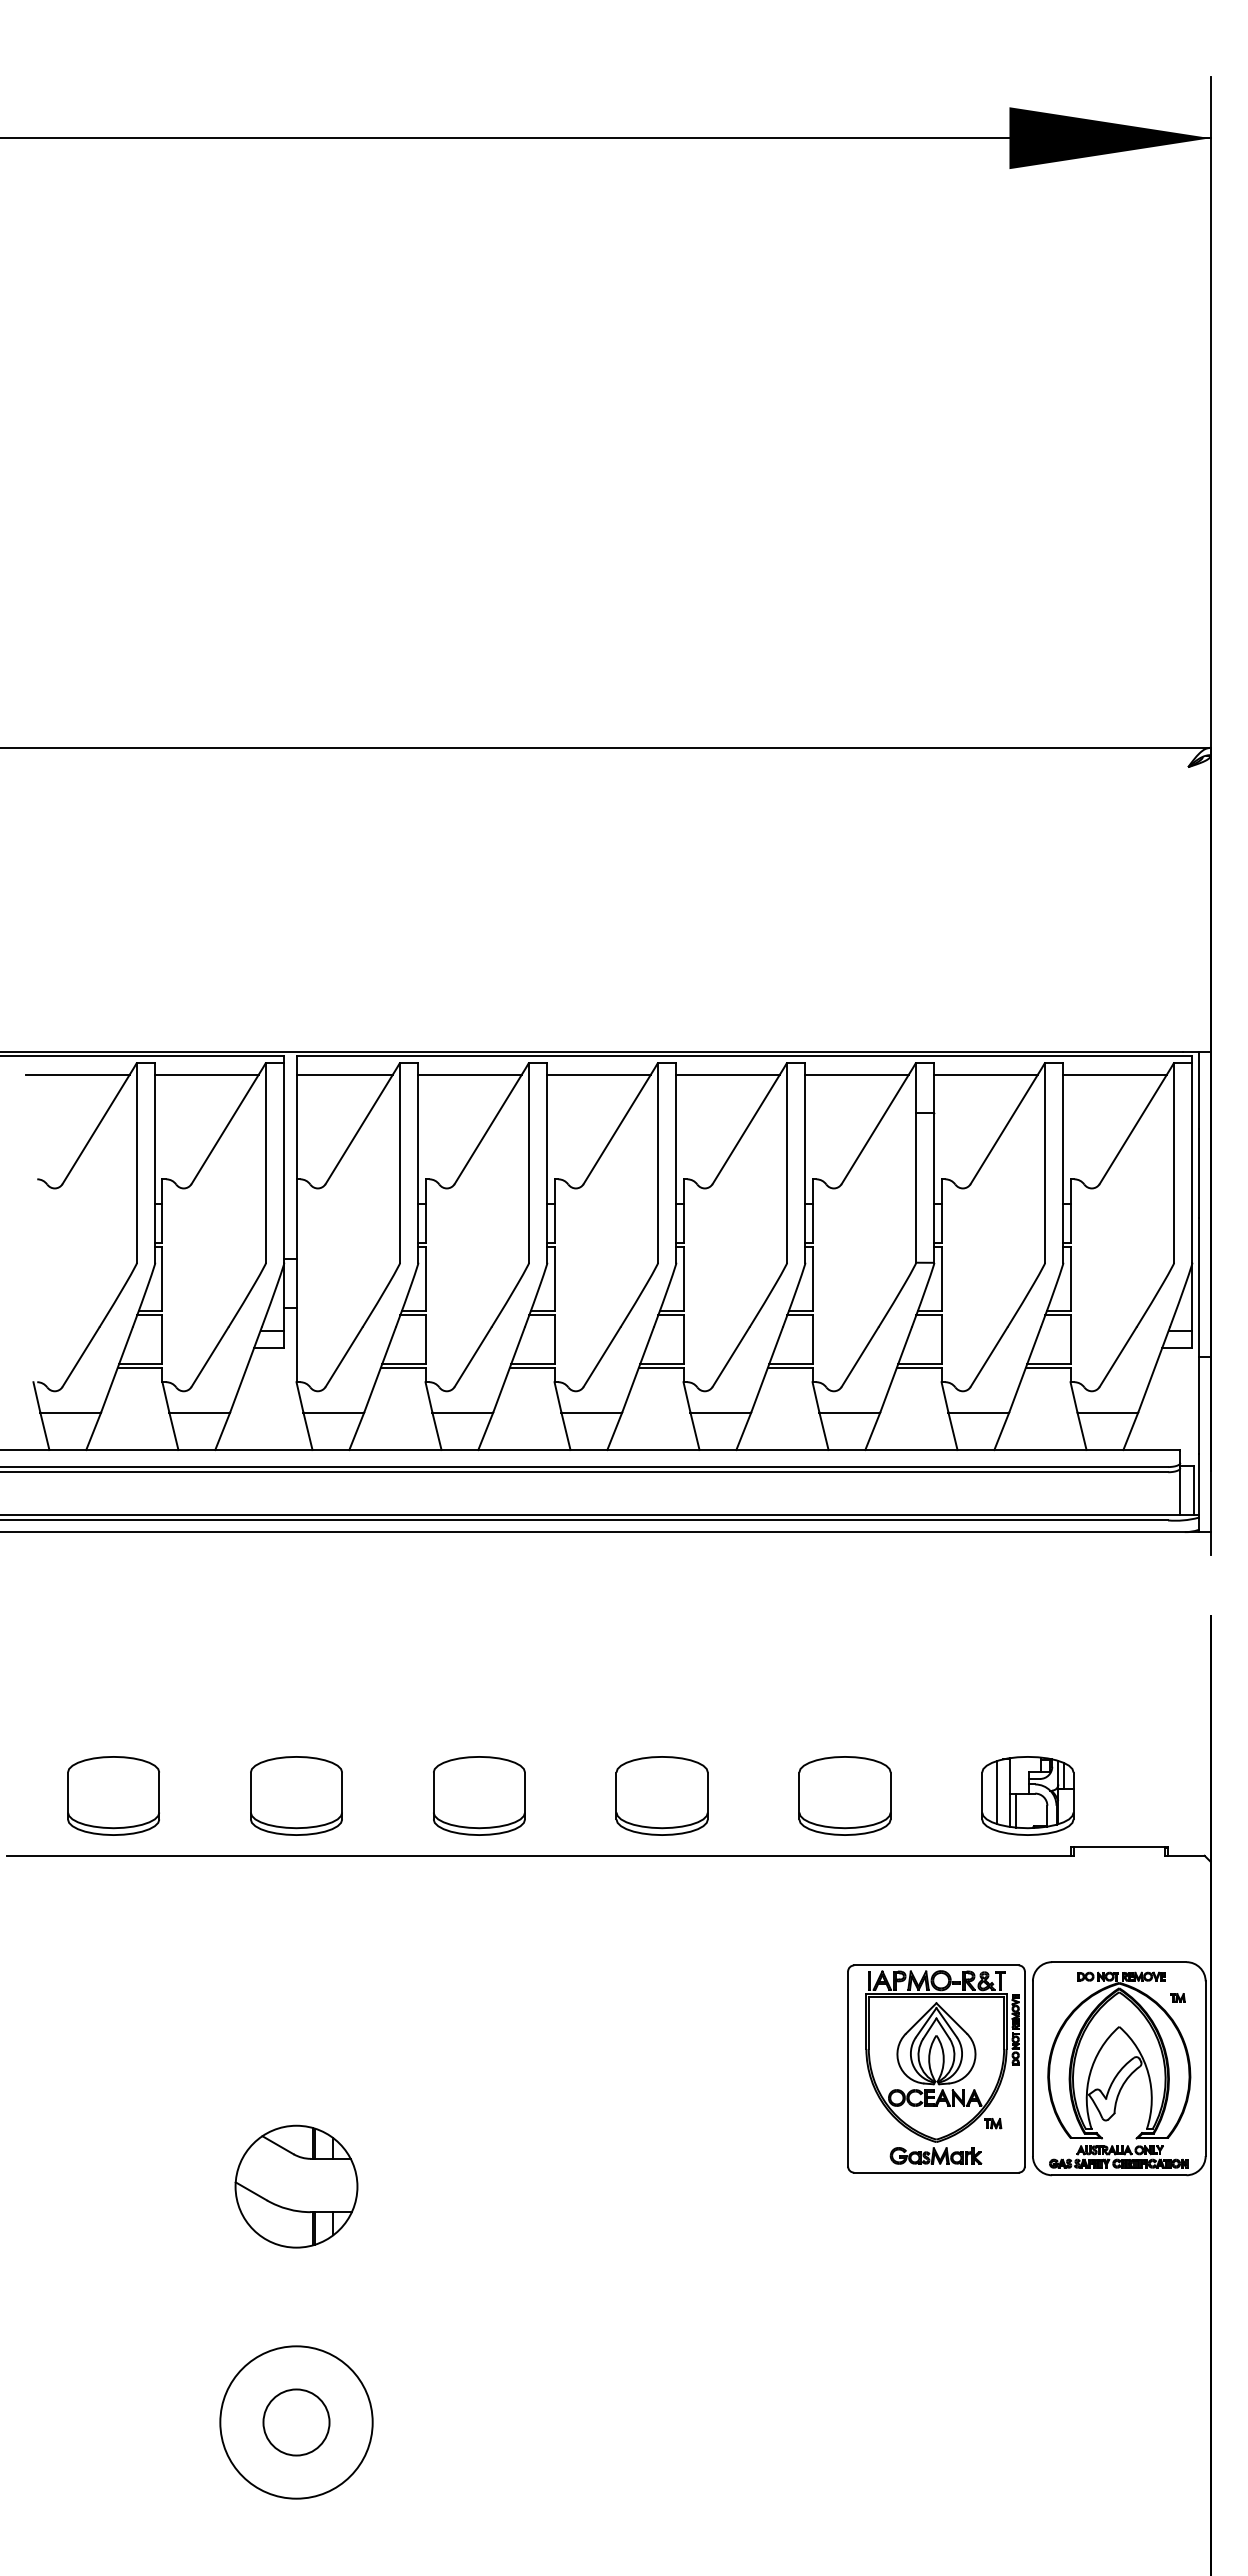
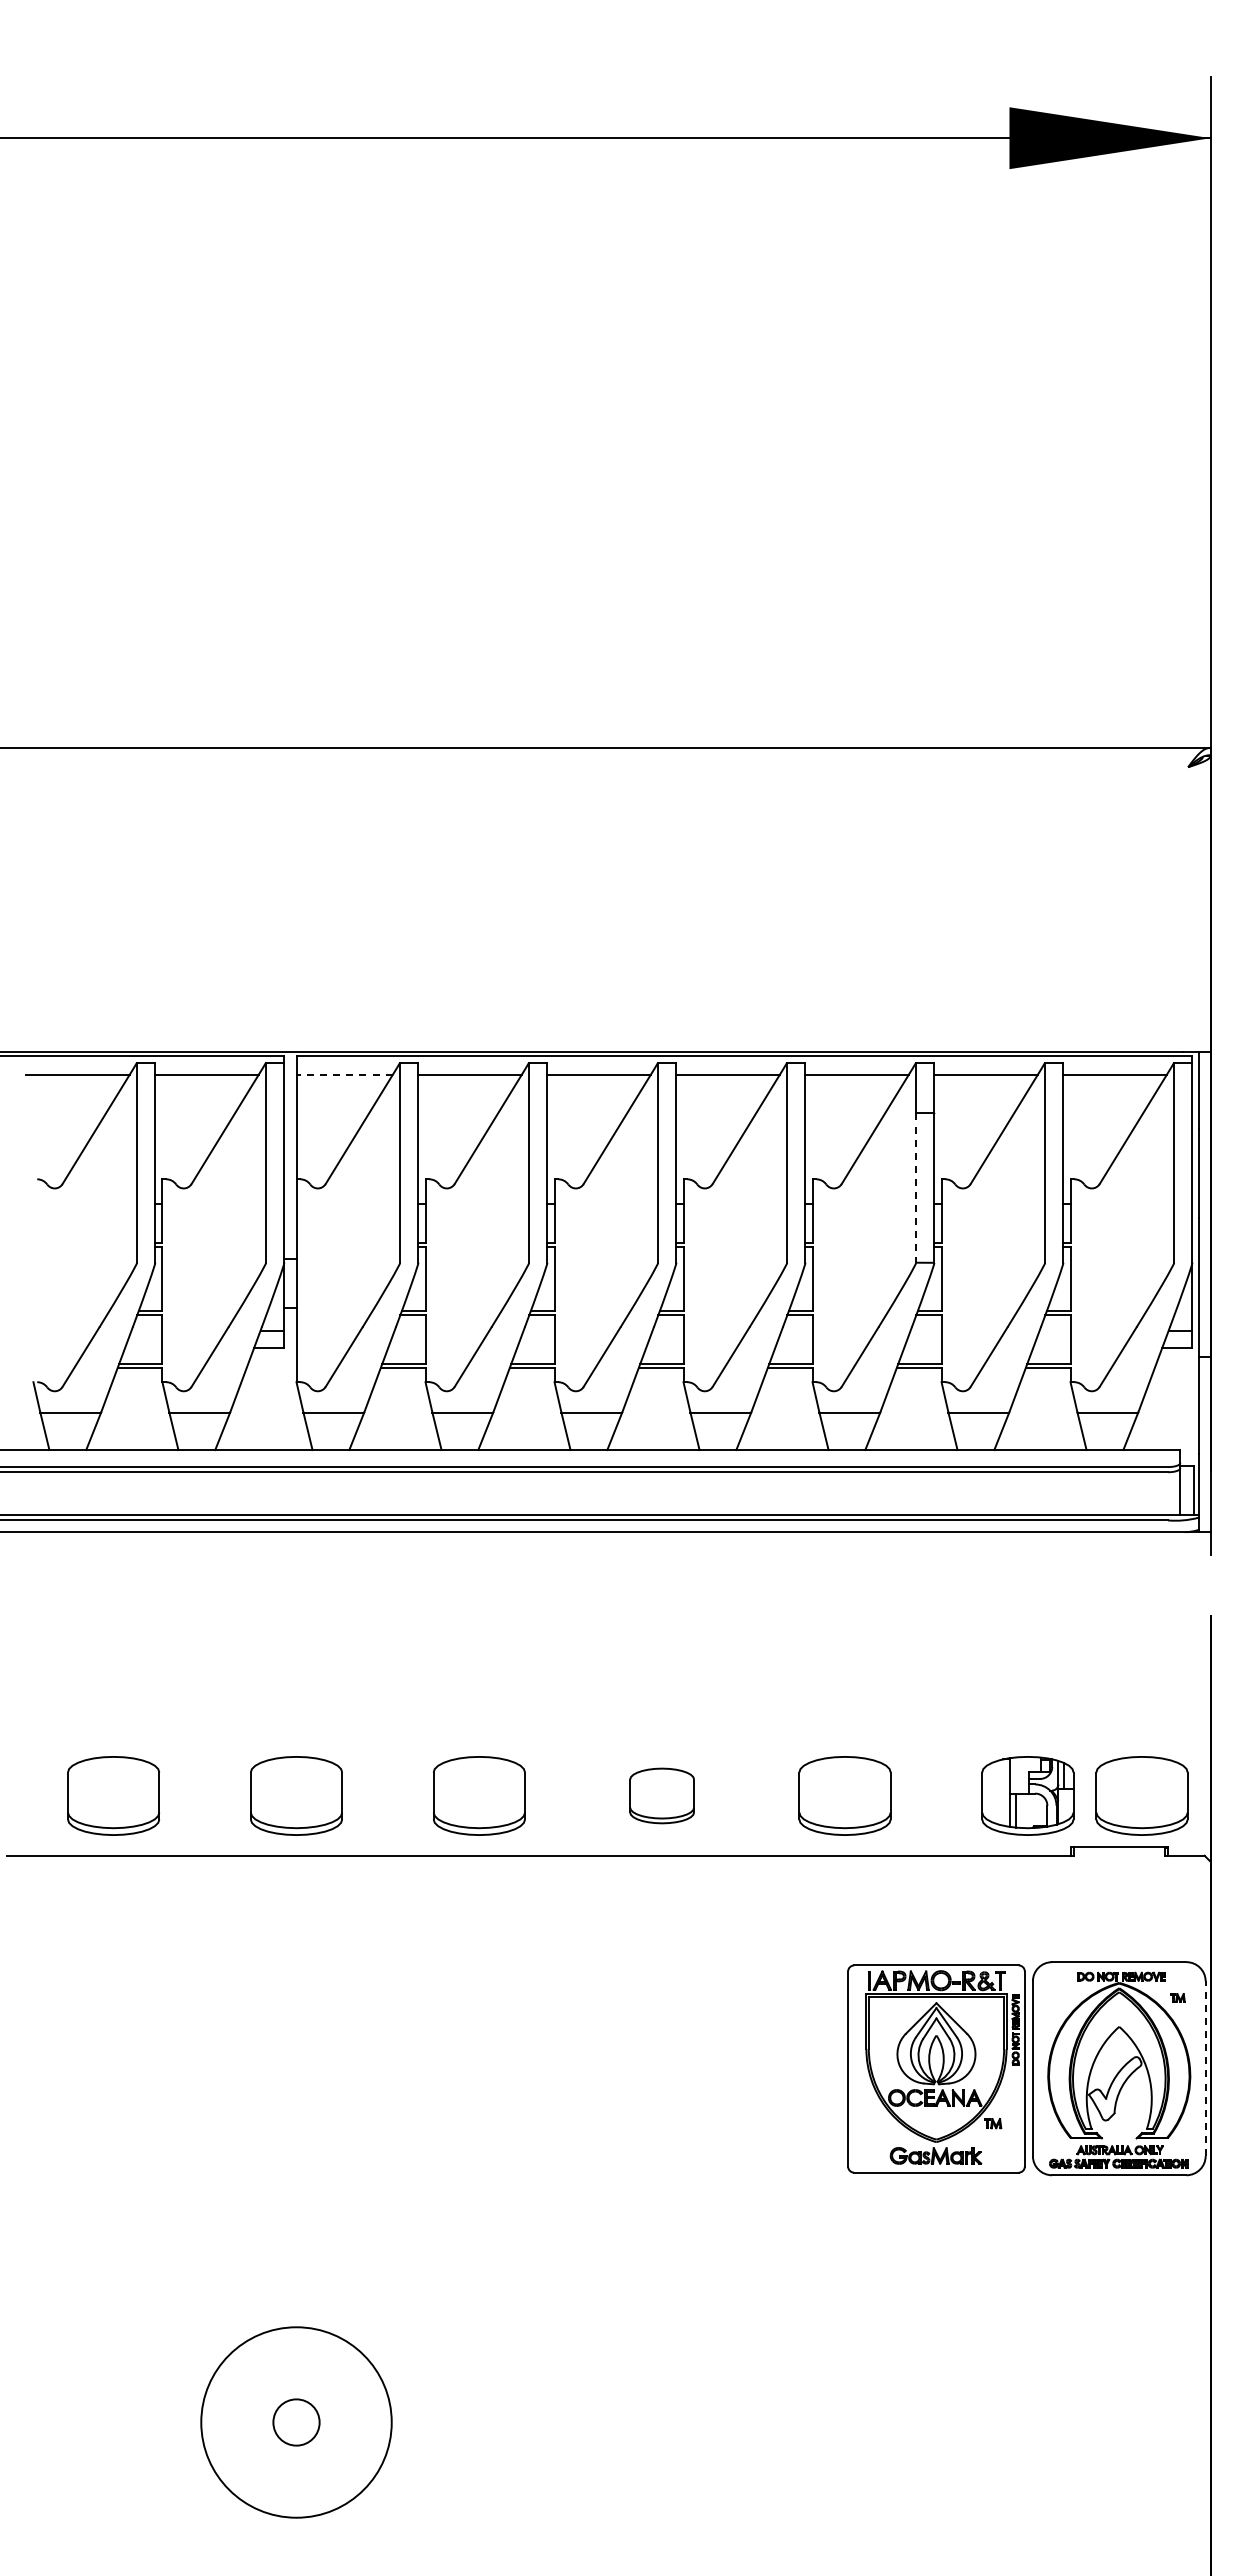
line at (344, 1075): solid -> dashed
line at (916, 1188): solid -> dashed
line at (997, 1792): present -> none
part at (661, 1795) size: 94x80 px -> 66x58 px
part at (1141, 1795): none -> present
line at (1205, 2068): solid -> dashed
part at (296, 2186): present -> none
circle at (296, 2422) diameter: 152 px -> 190 px
circle at (296, 2422) diameter: 66 px -> 46 px
